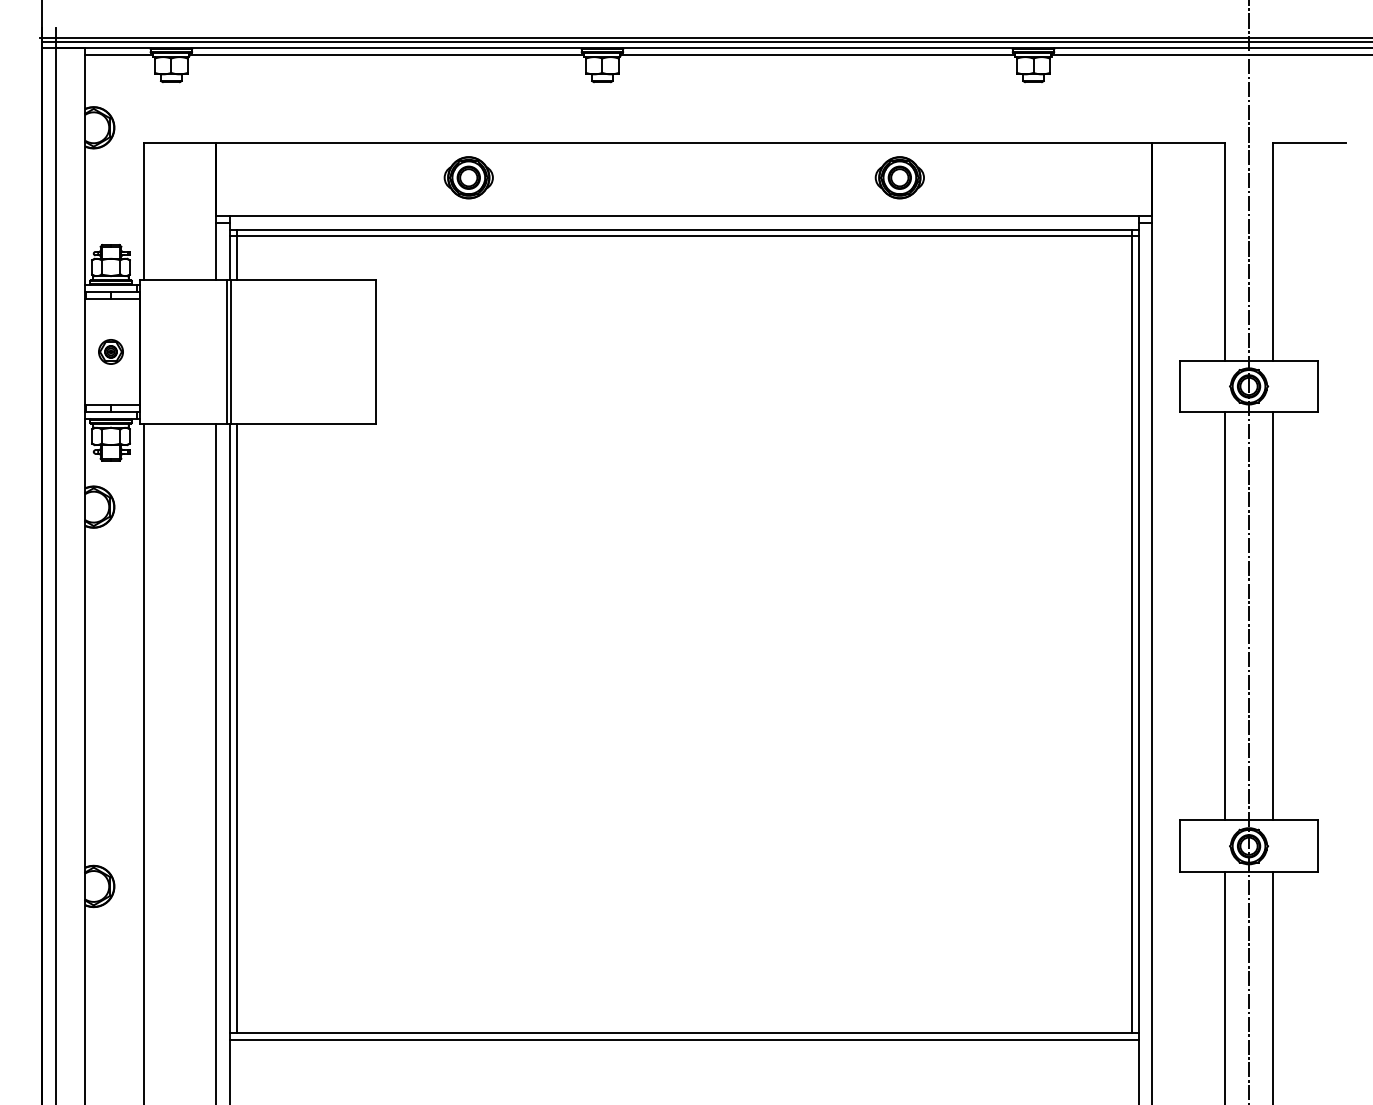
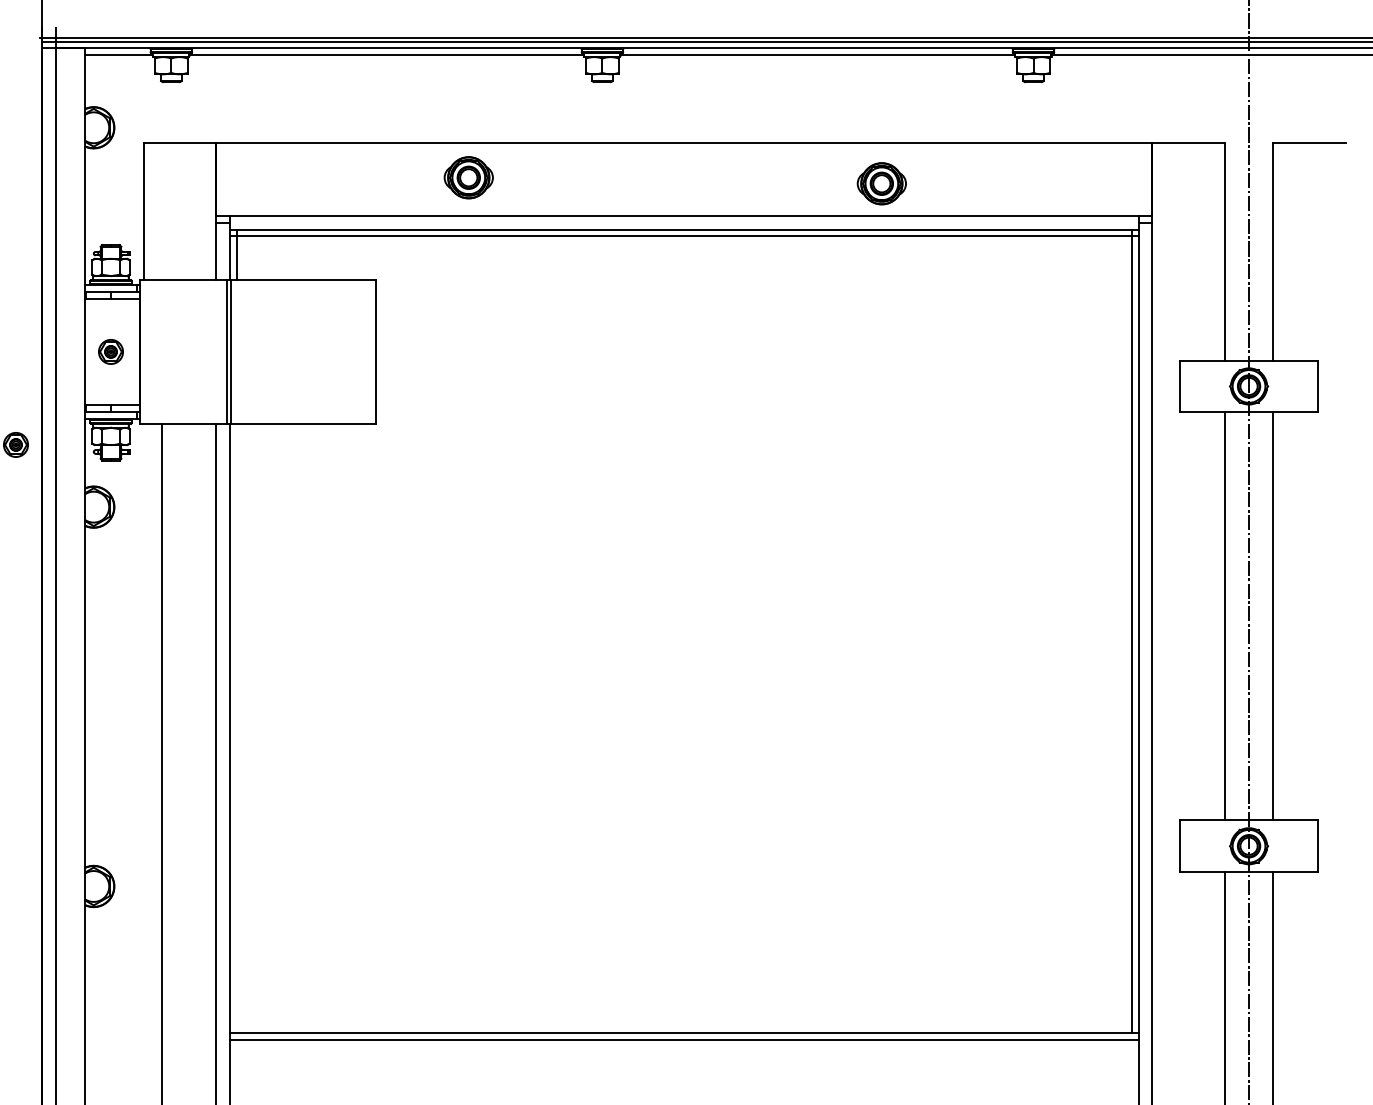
part at (899, 177) position: (899, 177) -> (881, 183)
part at (15, 444): none -> present
line at (236, 728): present -> none
line at (143, 762) position: (143, 762) -> (161, 762)
